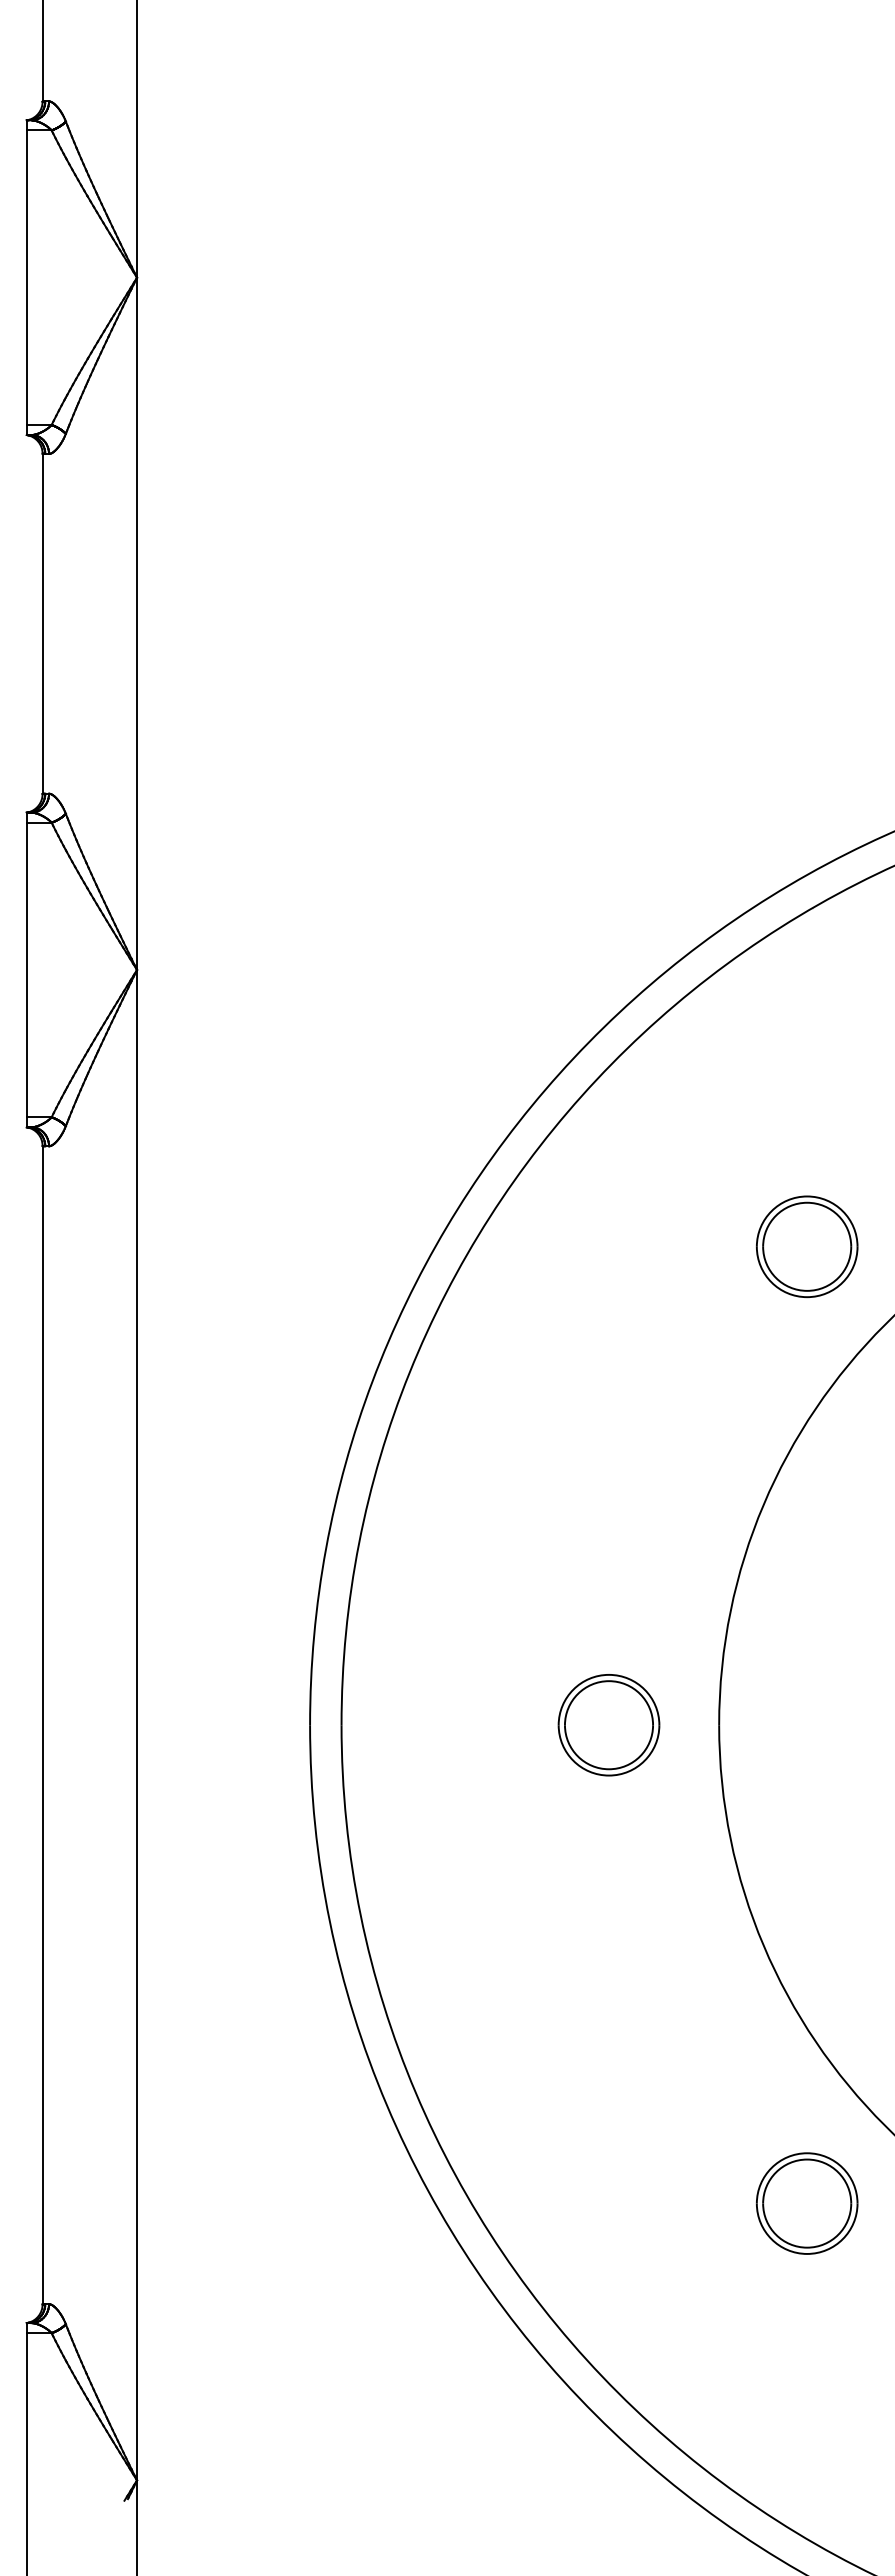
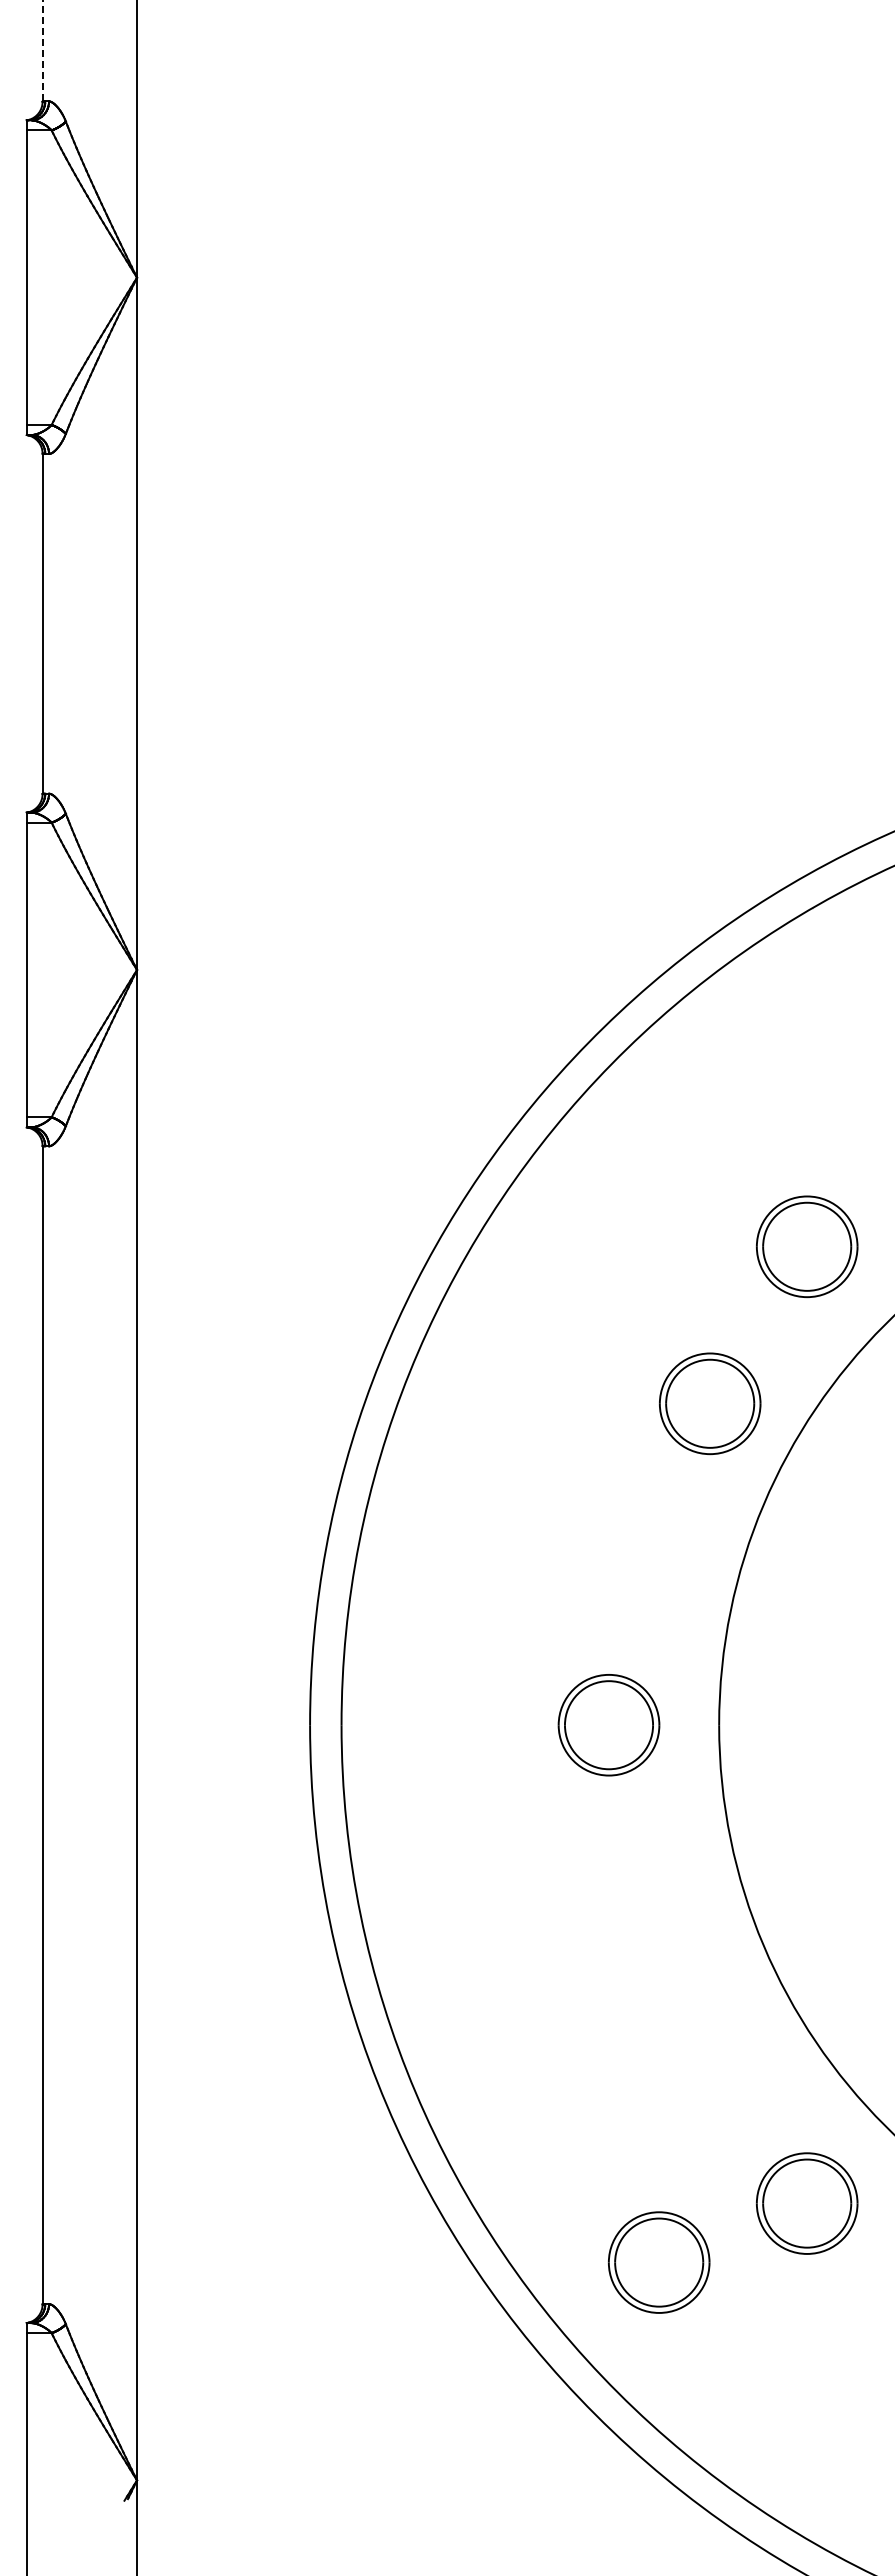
line at (42, 51): solid -> dashed
part at (710, 1403): none -> present
part at (659, 2262): none -> present
